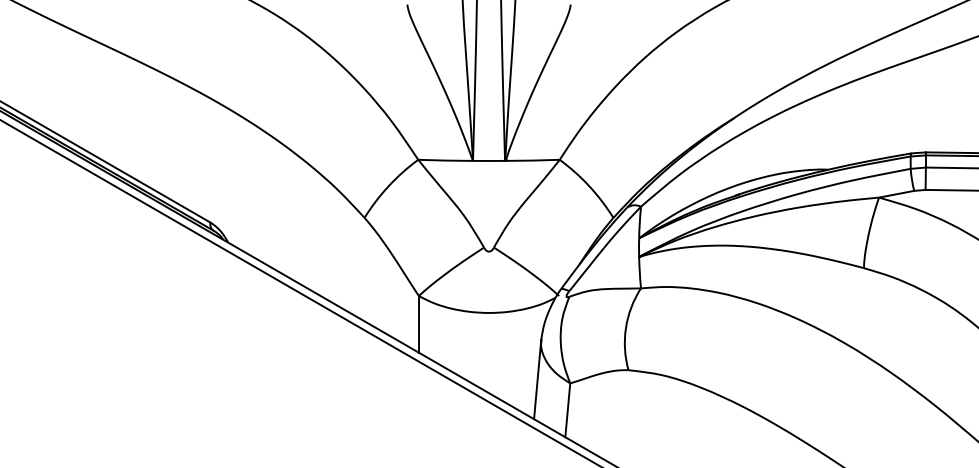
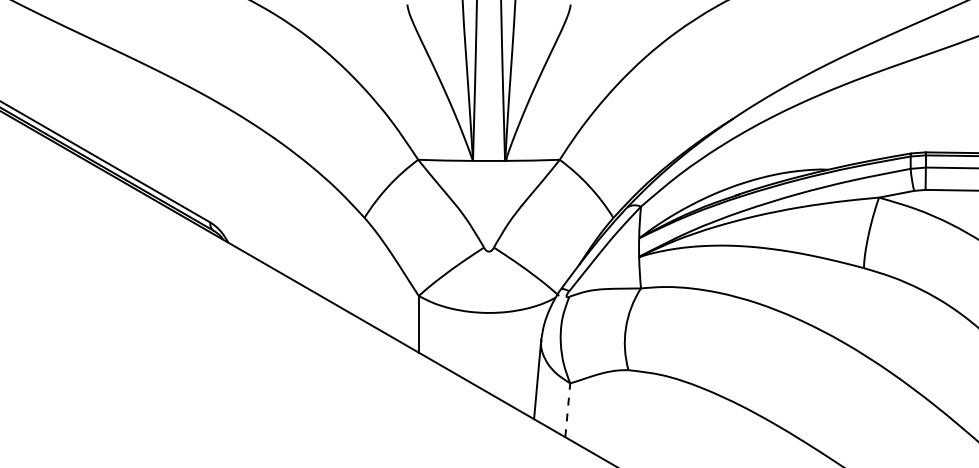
line at (299, 292): present -> none
line at (567, 409): solid -> dashed
